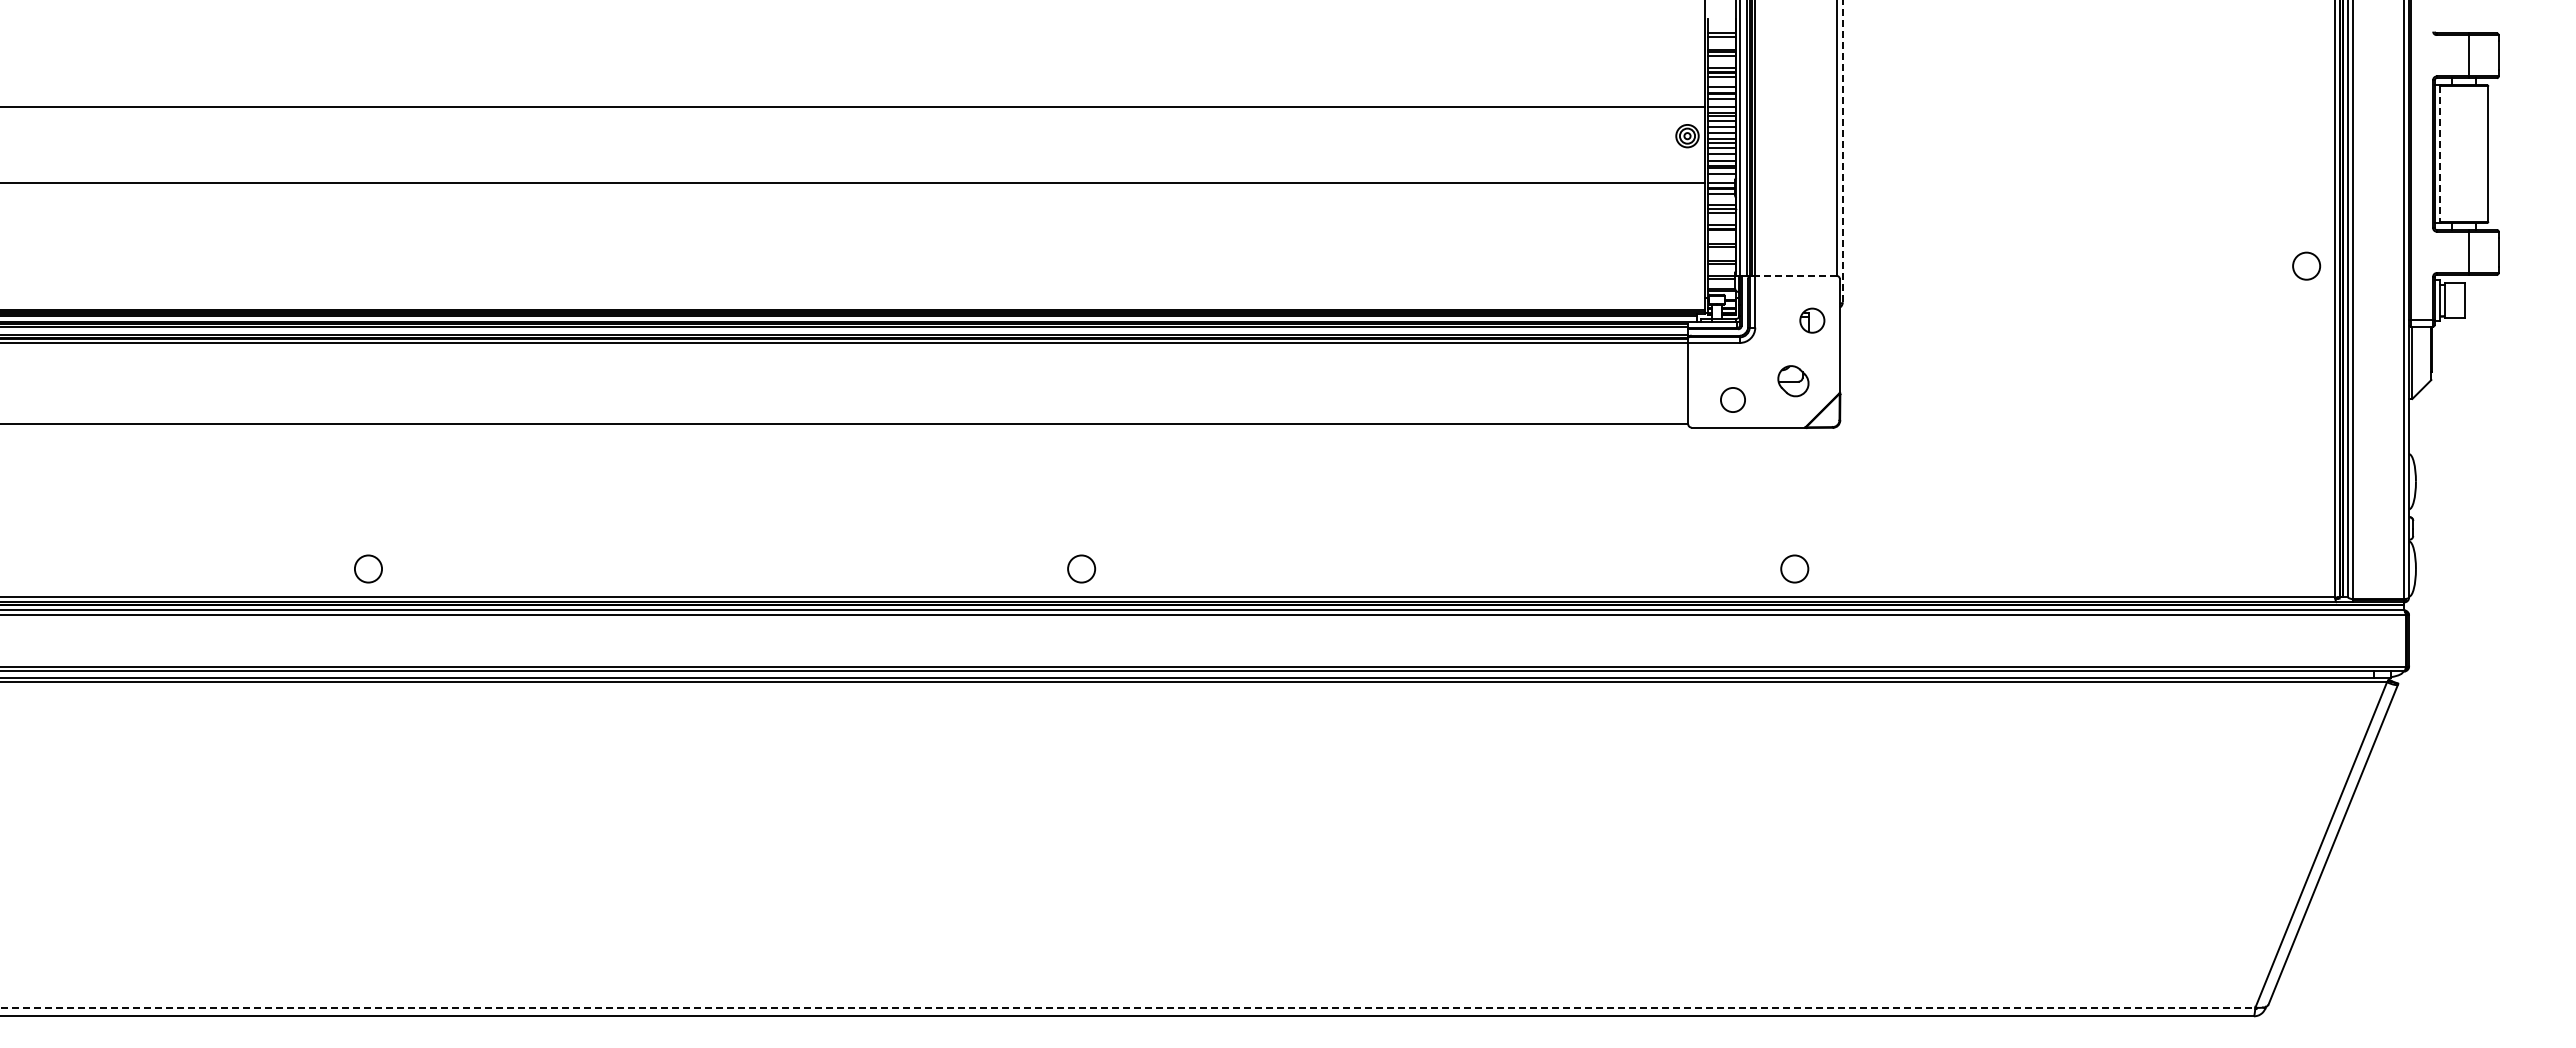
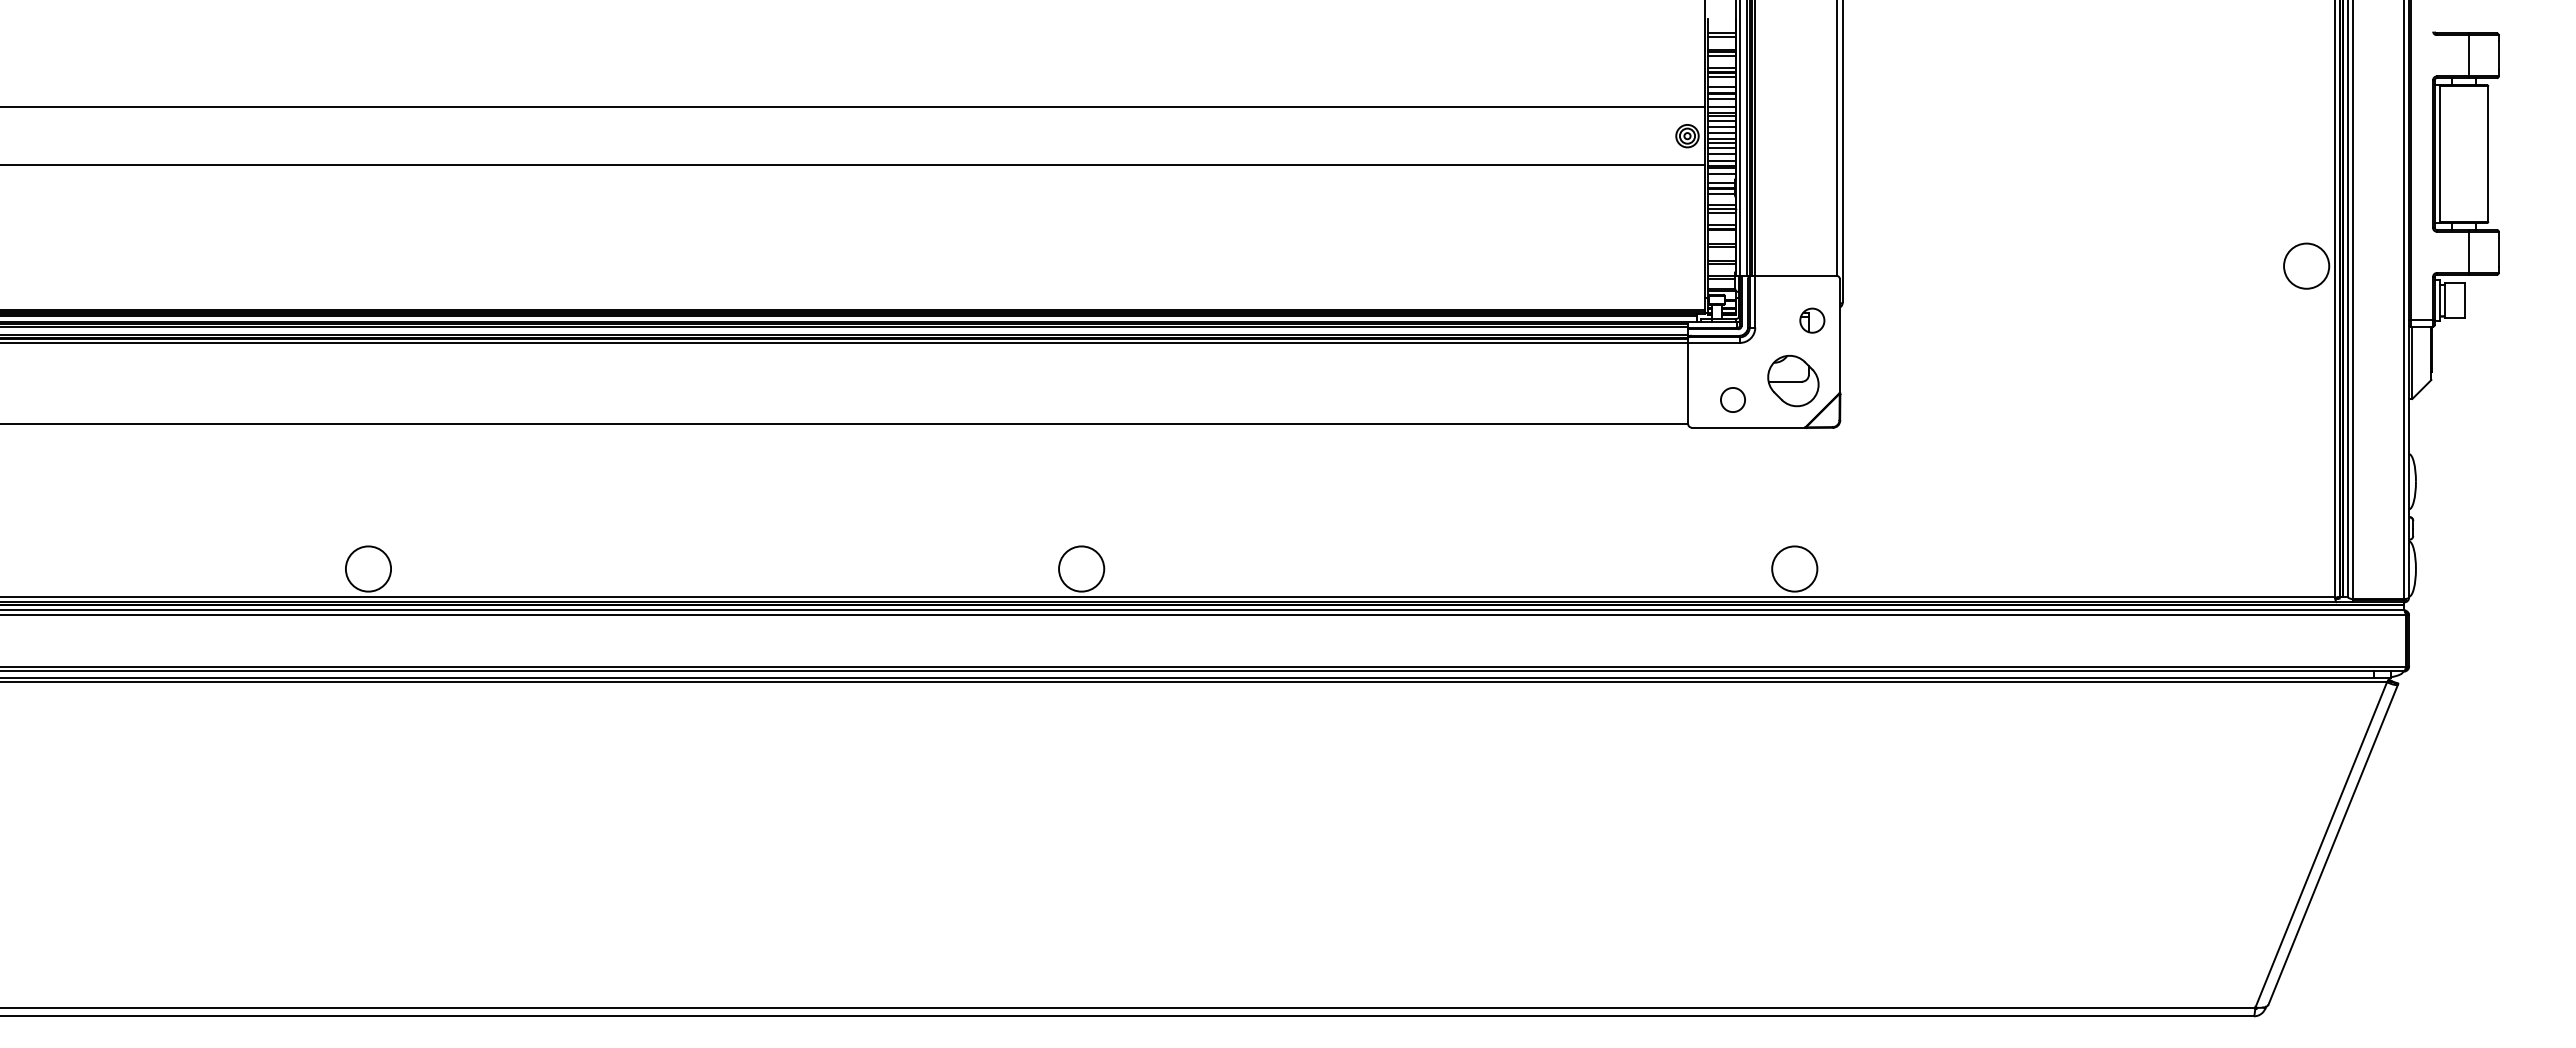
line at (1842, 151): dashed -> solid
line at (2440, 154): dashed -> solid
line at (853, 183) position: (853, 183) -> (853, 165)
circle at (2306, 265) diameter: 27 px -> 45 px
line at (1795, 275): dashed -> solid
part at (1793, 381) size: 33x33 px -> 53x53 px
circle at (368, 568) diameter: 27 px -> 45 px
circle at (1081, 568) diameter: 27 px -> 45 px
circle at (1794, 568) diameter: 27 px -> 45 px
line at (1128, 1007): dashed -> solid
